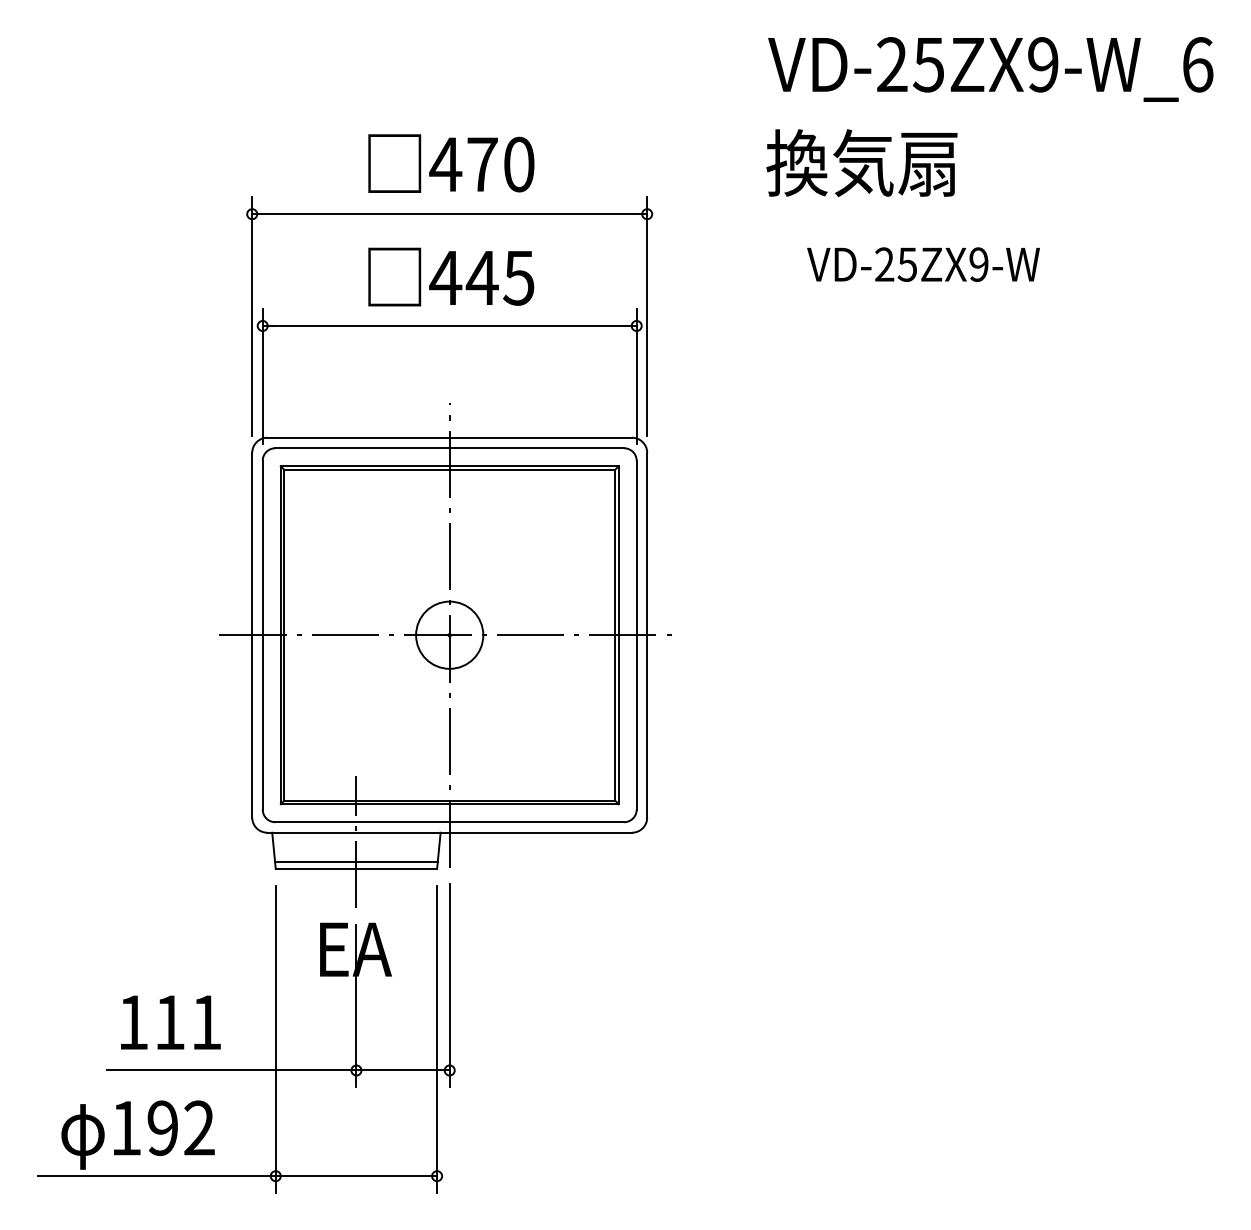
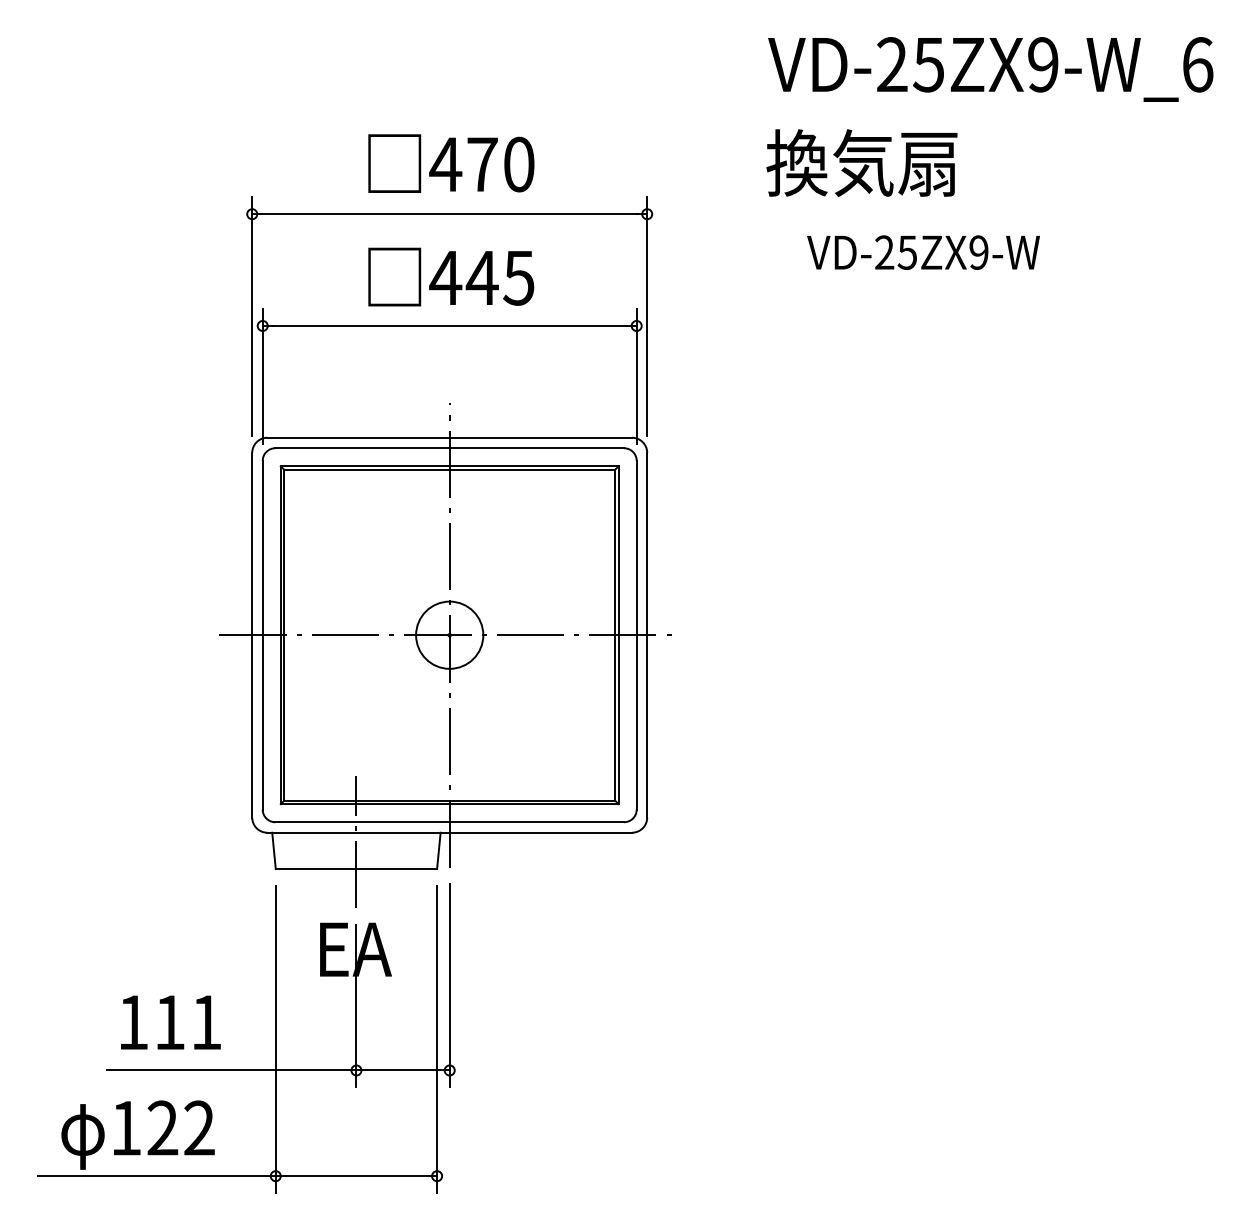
text at (923, 264) position: (923, 264) -> (923, 252)
line at (356, 862): present -> none
text at (162, 1128): 192 -> 122
